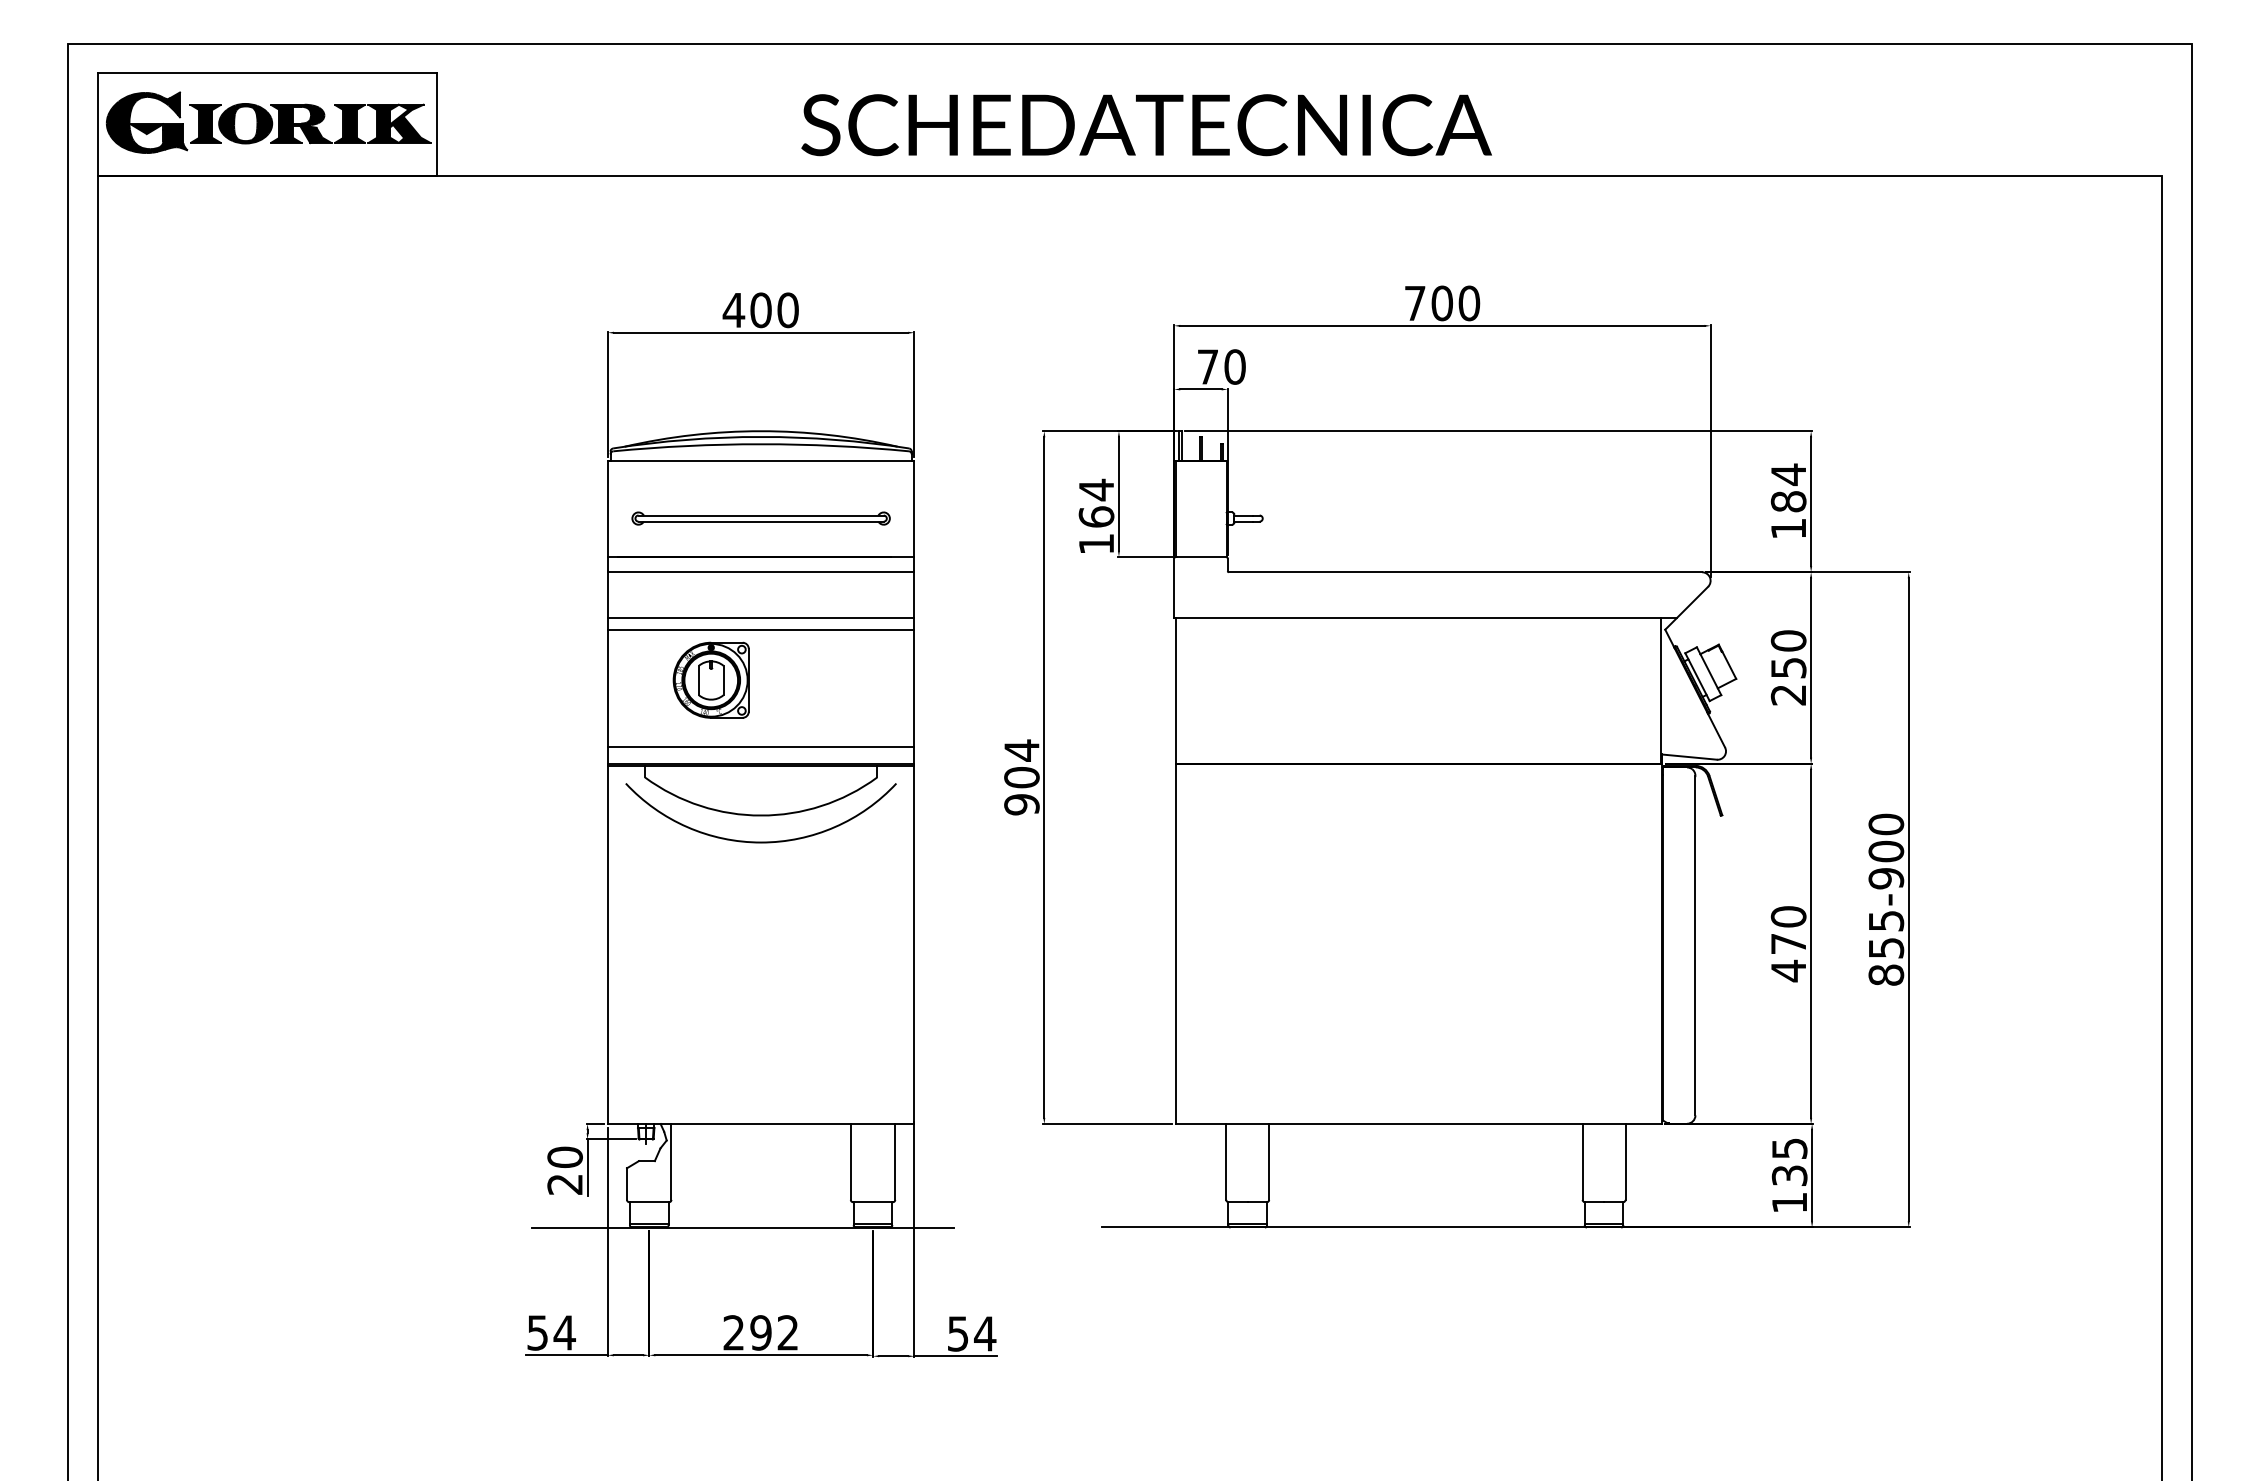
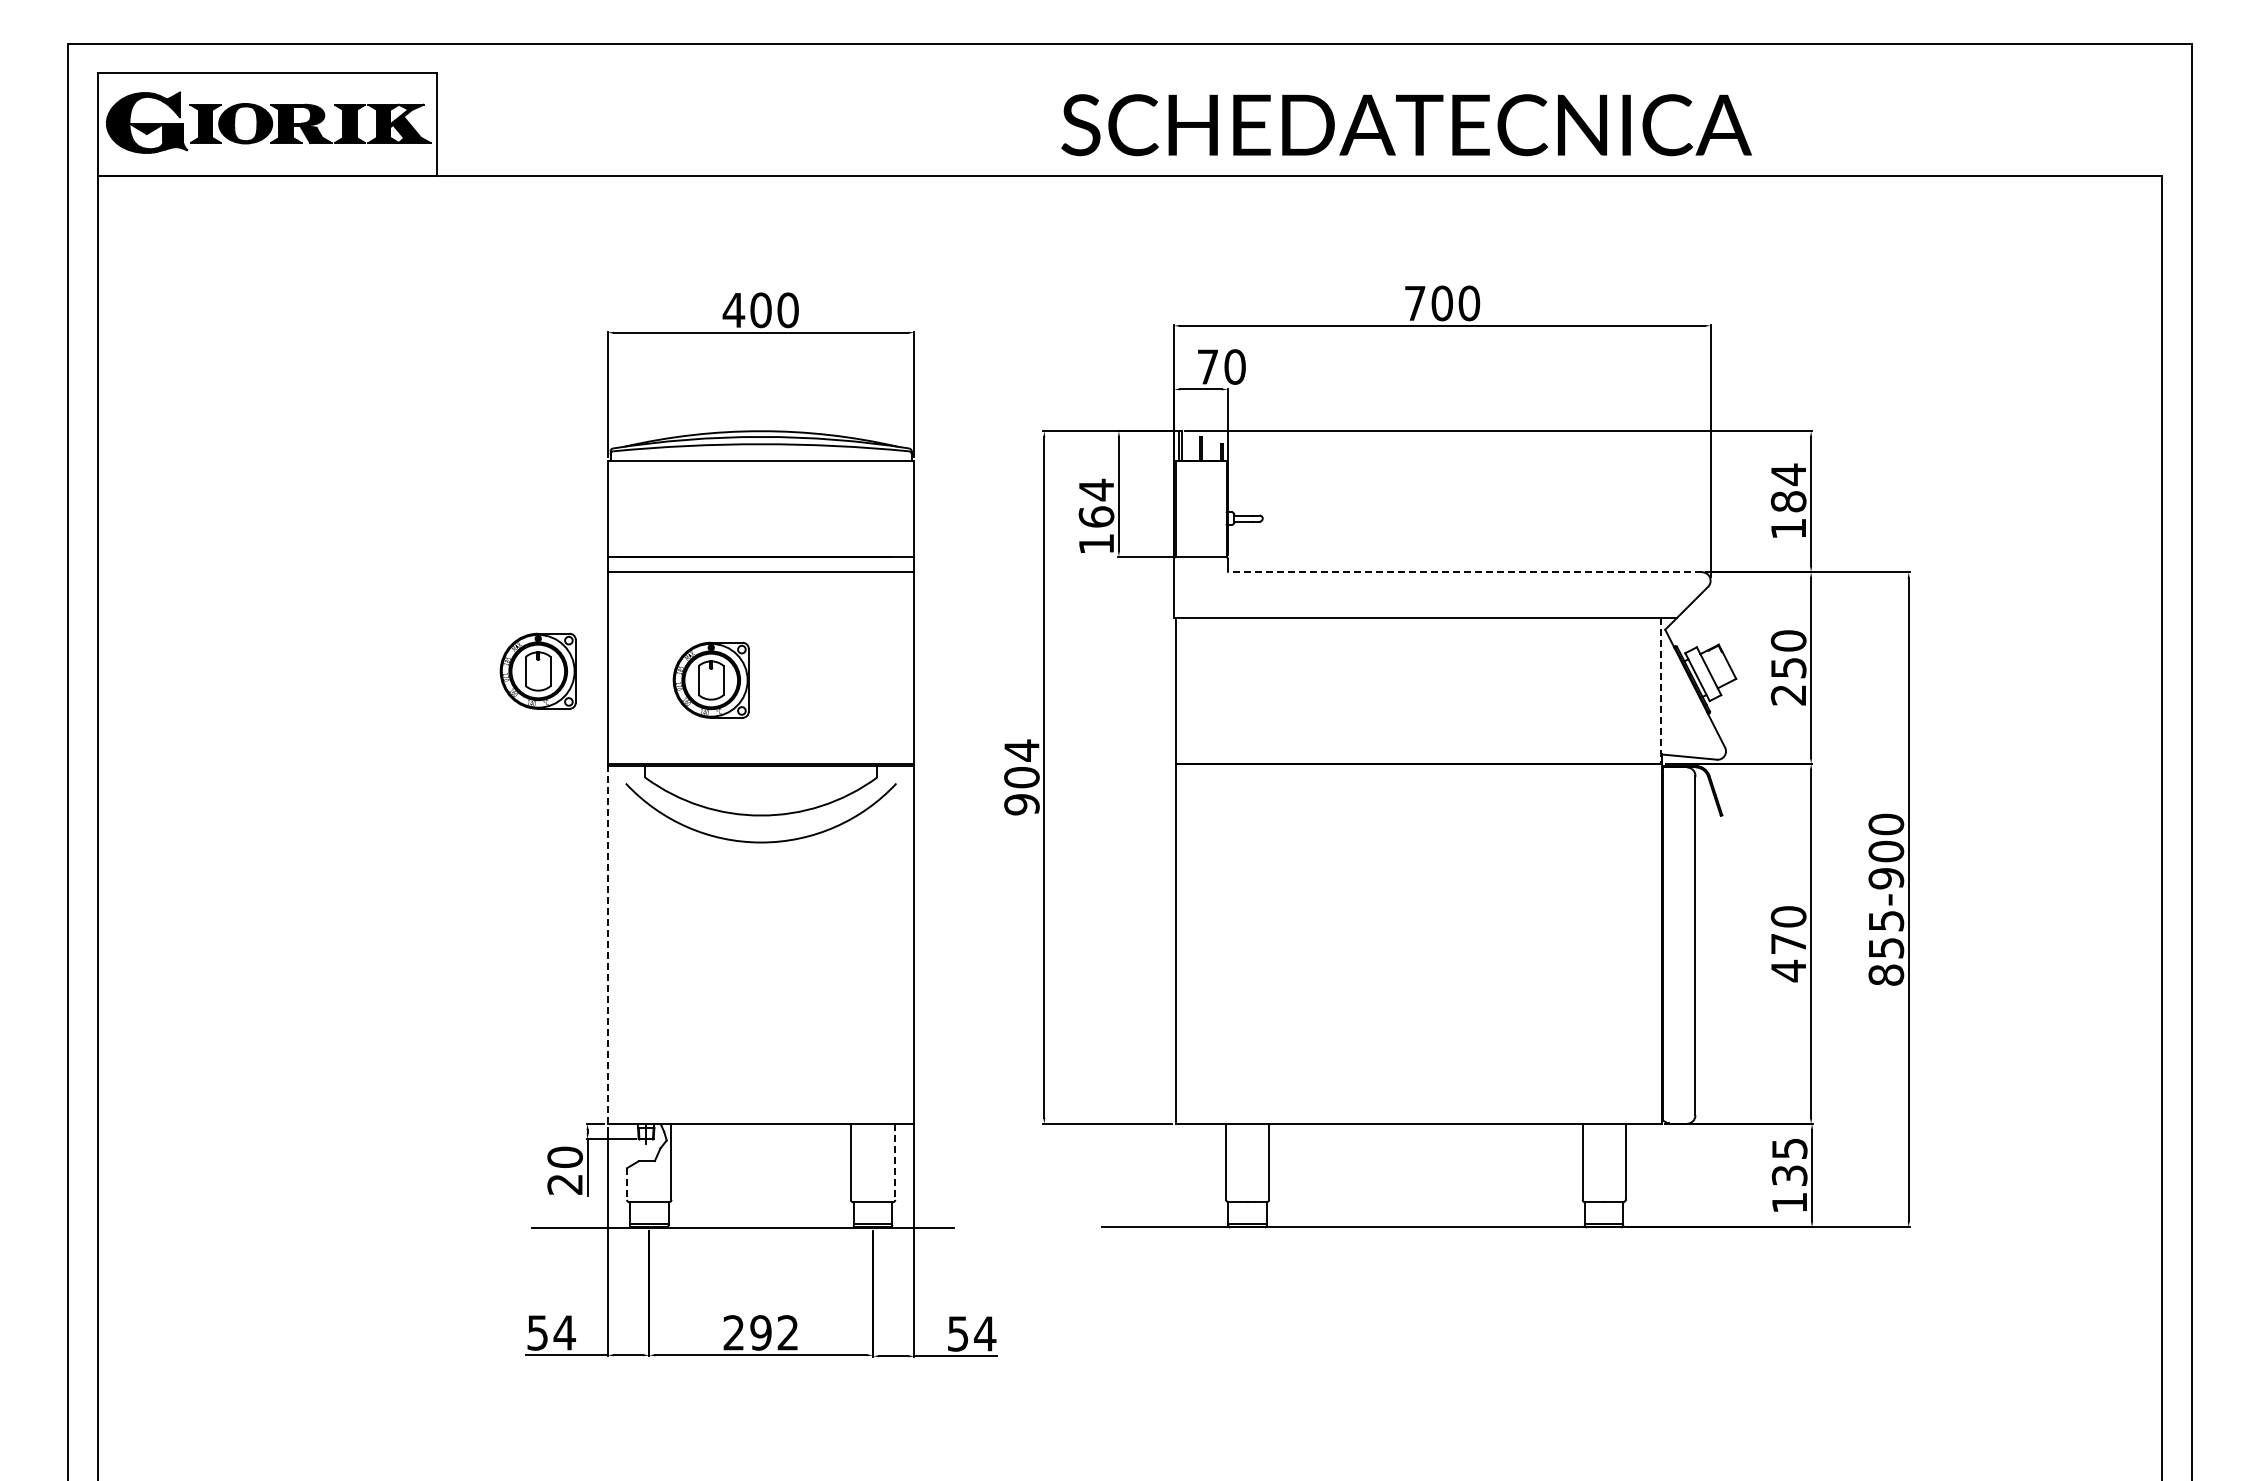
text at (1146, 125) position: (1146, 125) -> (1406, 125)
part at (760, 518): present -> none
line at (1465, 572): solid -> dashed
line at (761, 618): present -> none
line at (761, 629): present -> none
part at (537, 670): none -> present
line at (1660, 691): solid -> dashed
line at (761, 747): present -> none
line at (608, 943): solid -> dashed
line at (895, 1161): solid -> dashed
line at (627, 1184): solid -> dashed
